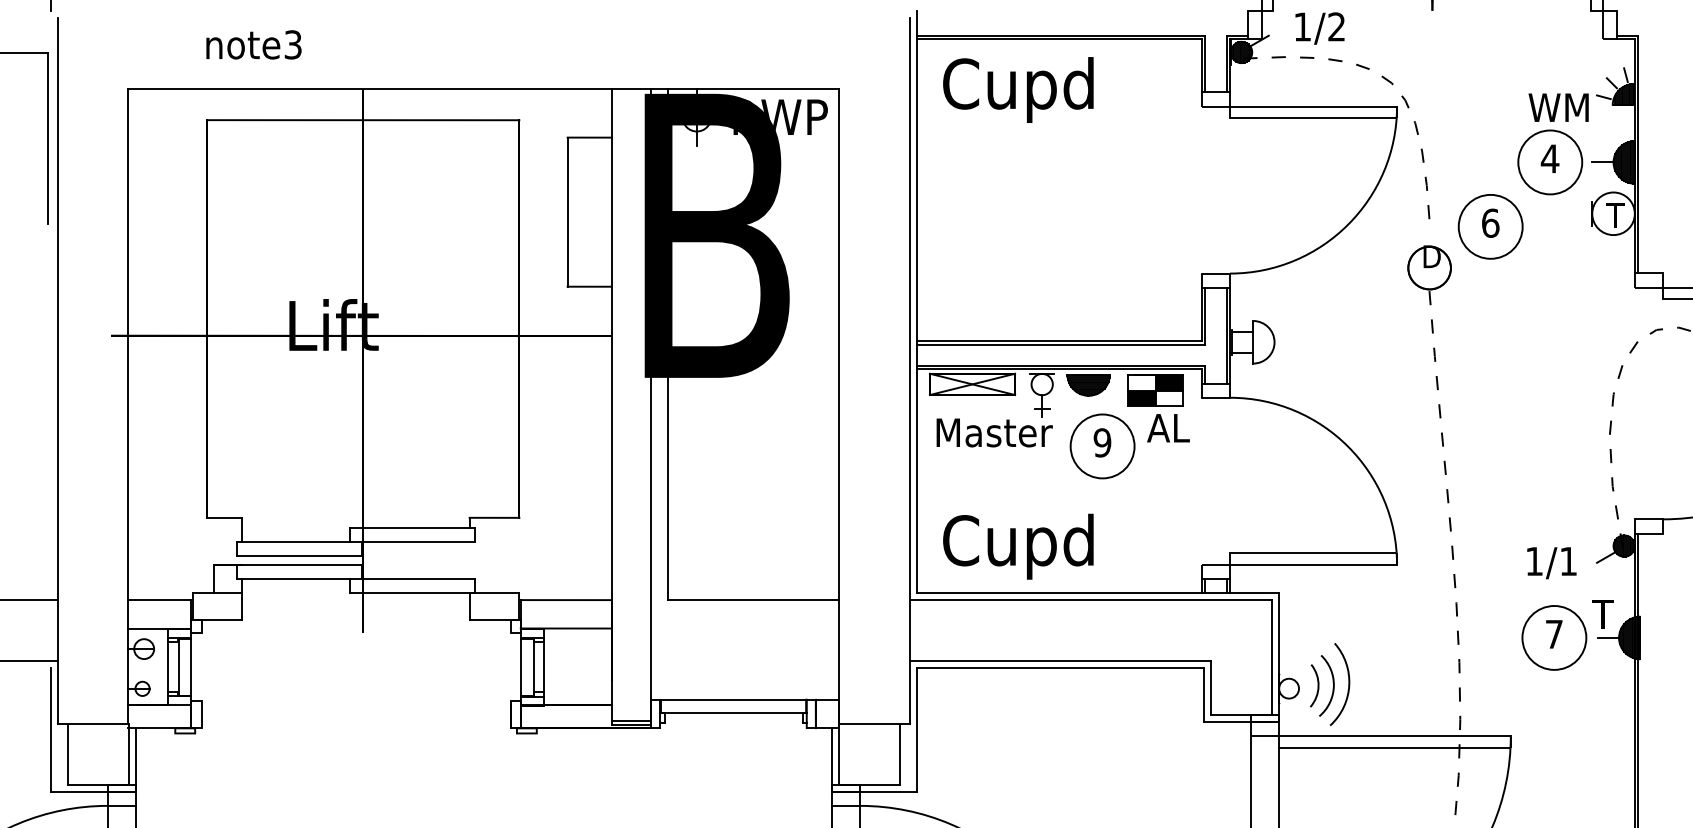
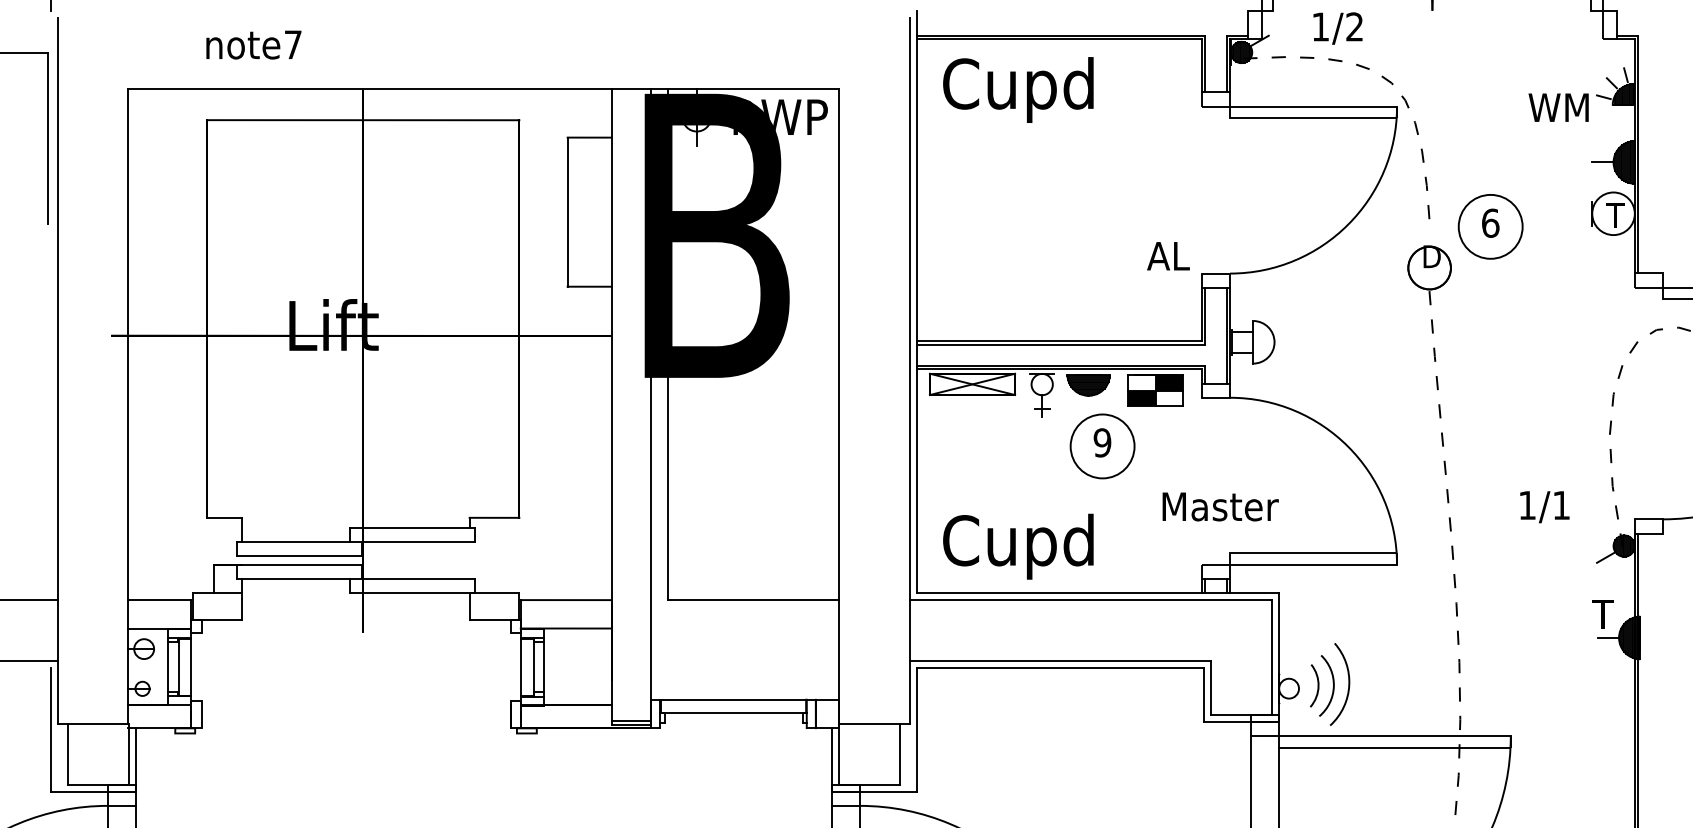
text at (1319, 28) position: (1319, 28) -> (1337, 28)
text at (292, 44): note3 -> note7
part at (1550, 162): present -> none
text at (1168, 428) position: (1168, 428) -> (1168, 256)
text at (994, 432) position: (994, 432) -> (1220, 506)
text at (1551, 563) position: (1551, 563) -> (1544, 507)
part at (1554, 637): present -> none
